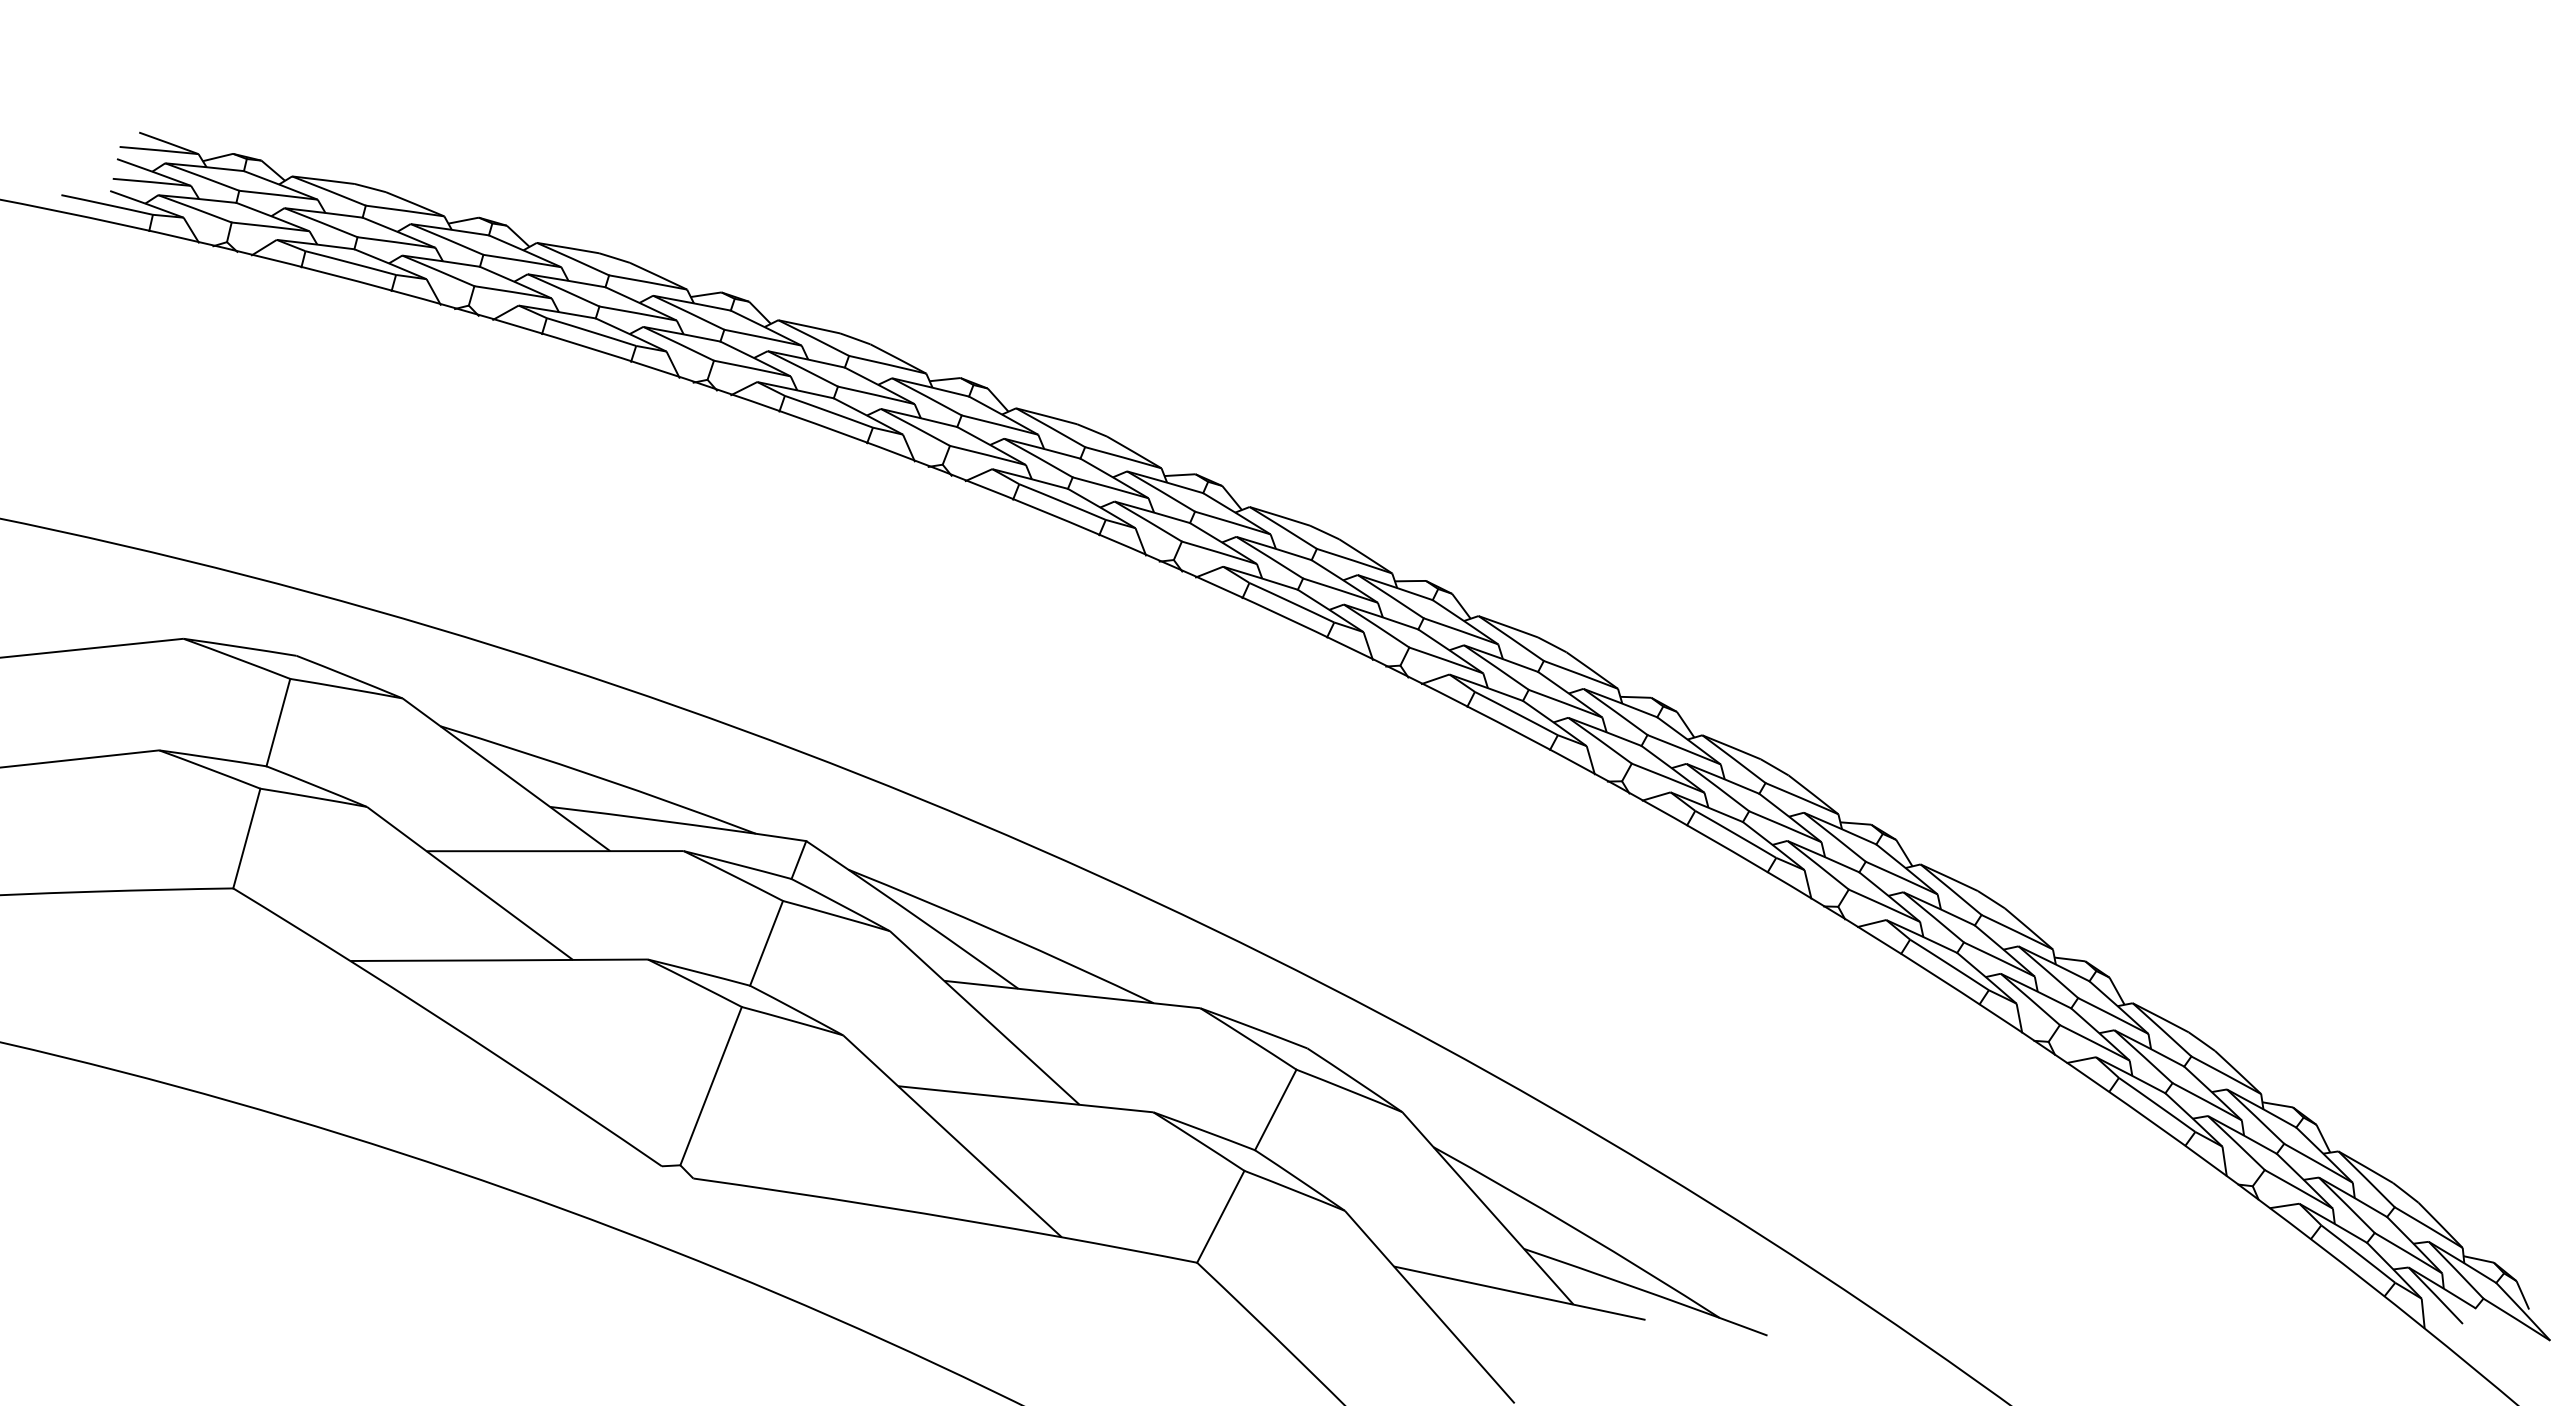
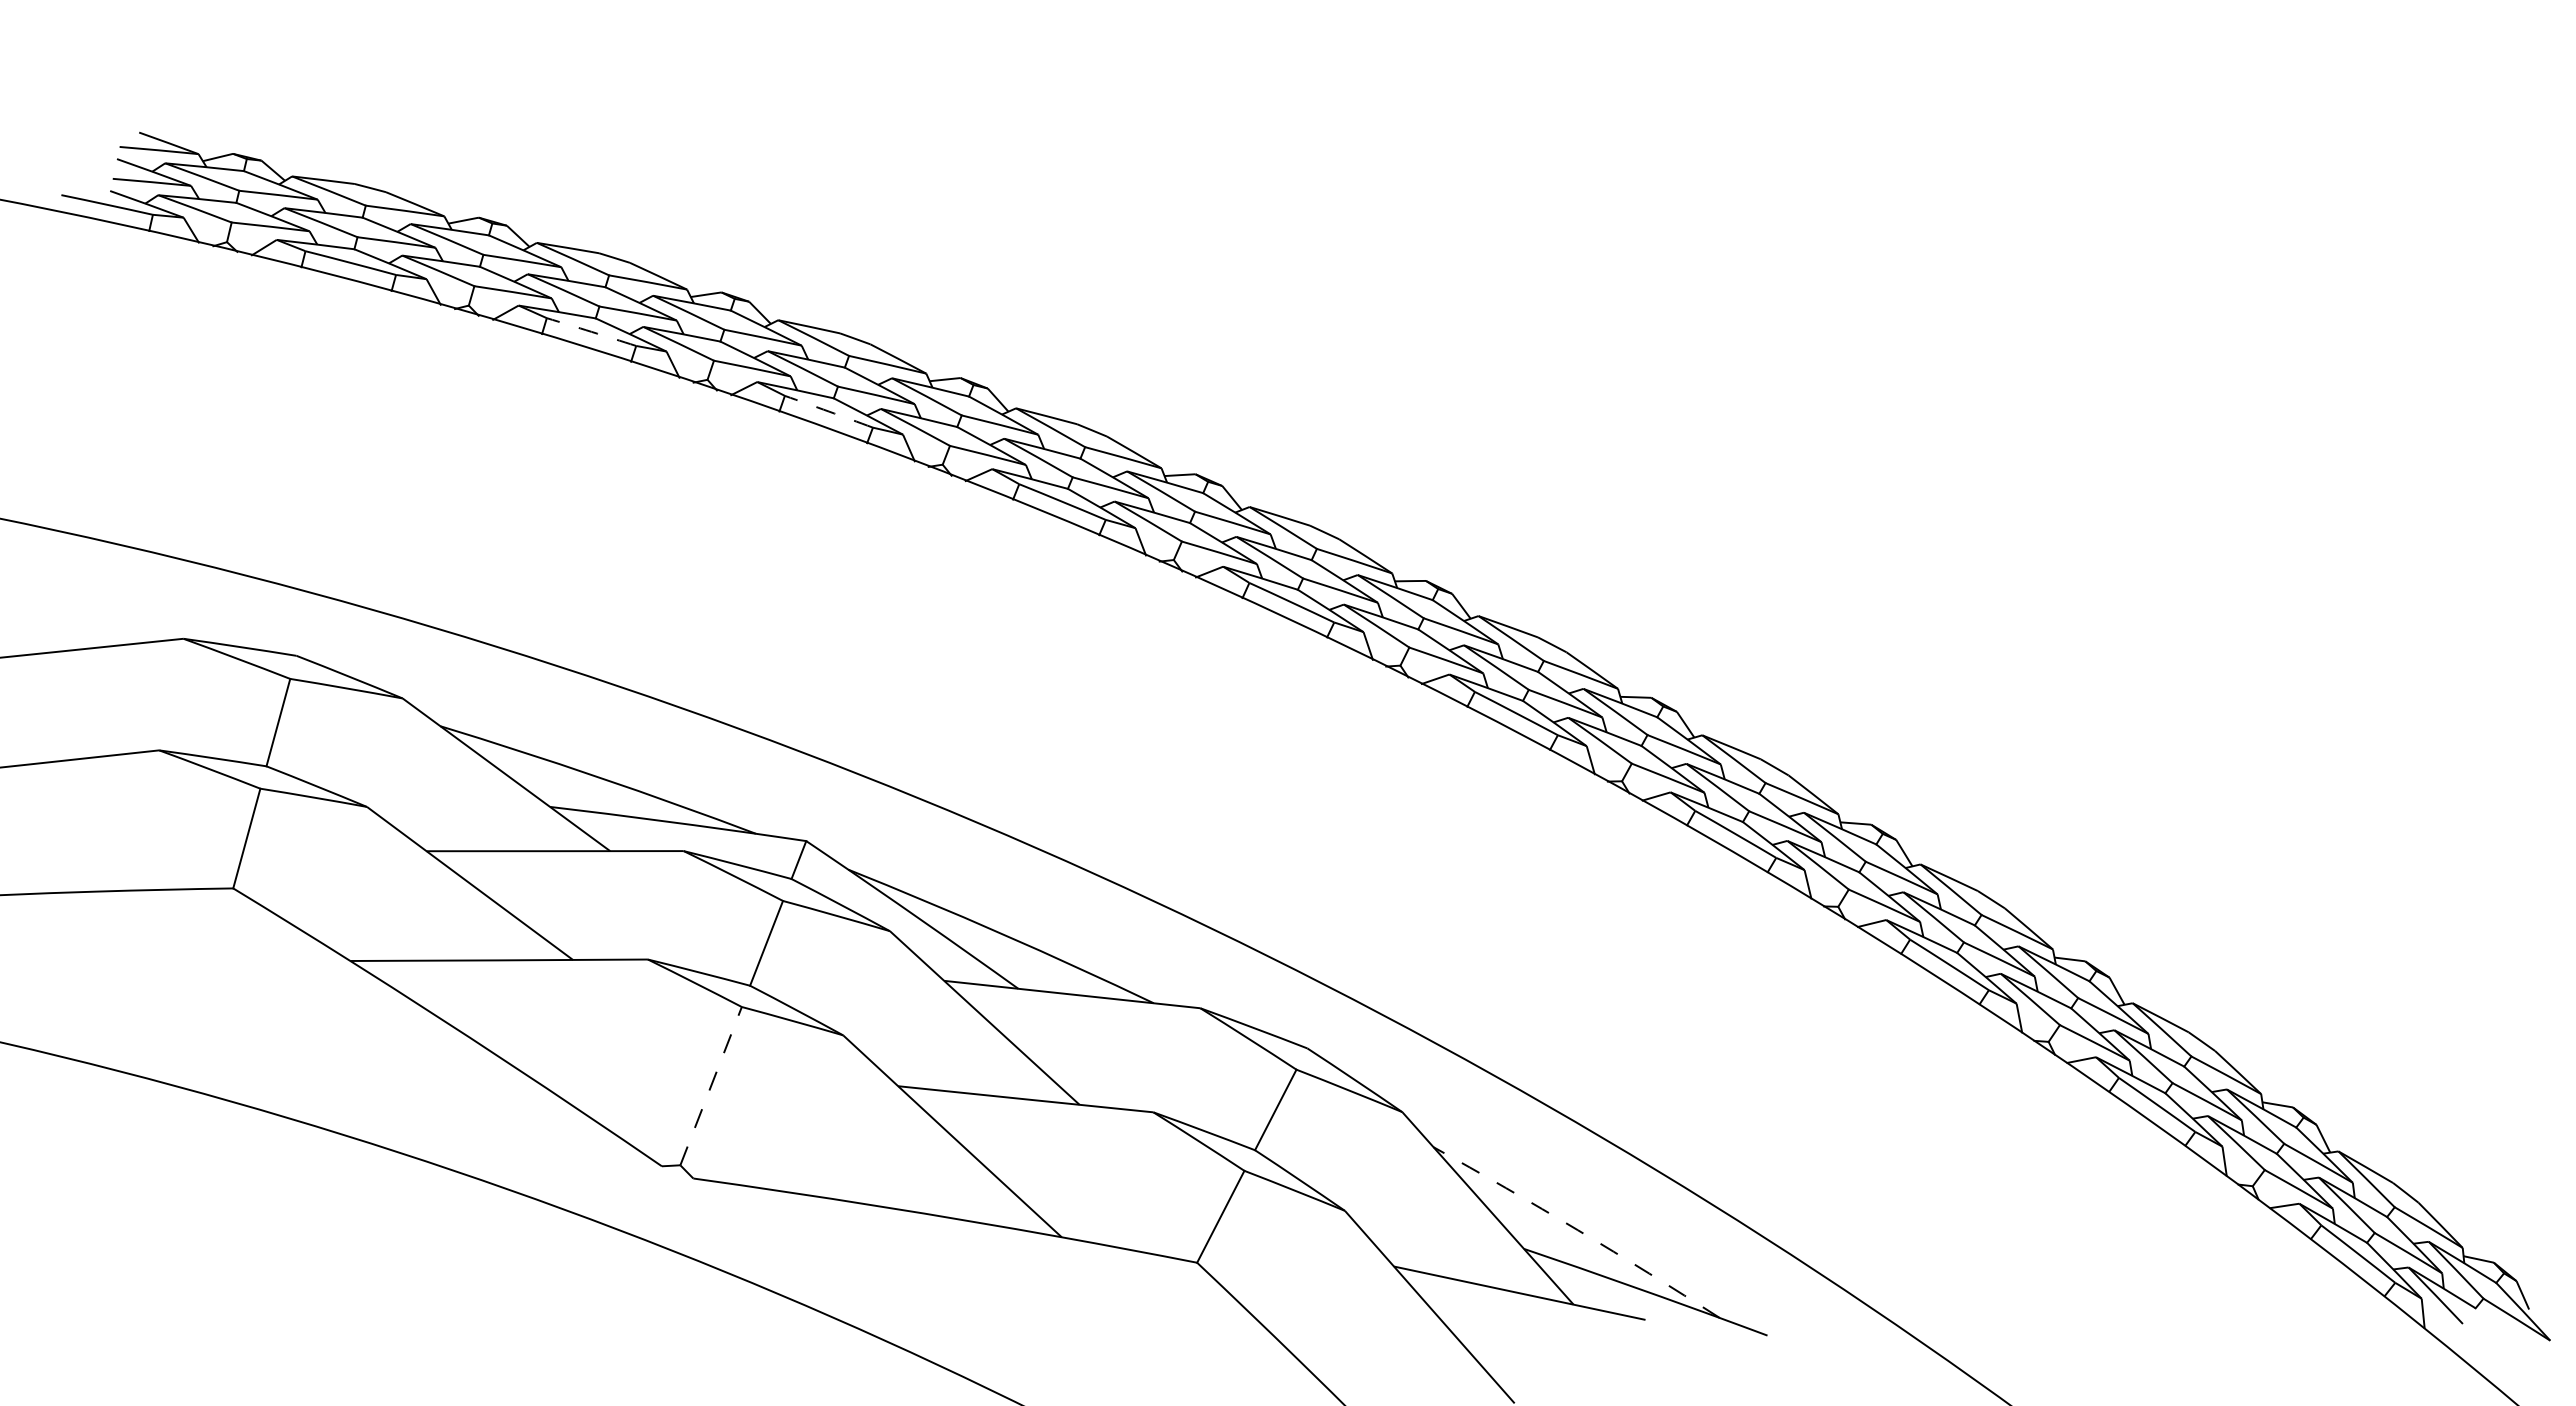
arc at (591, 331): solid -> dashed
arc at (828, 411): solid -> dashed
line at (711, 1086): solid -> dashed
arc at (1578, 1230): solid -> dashed
